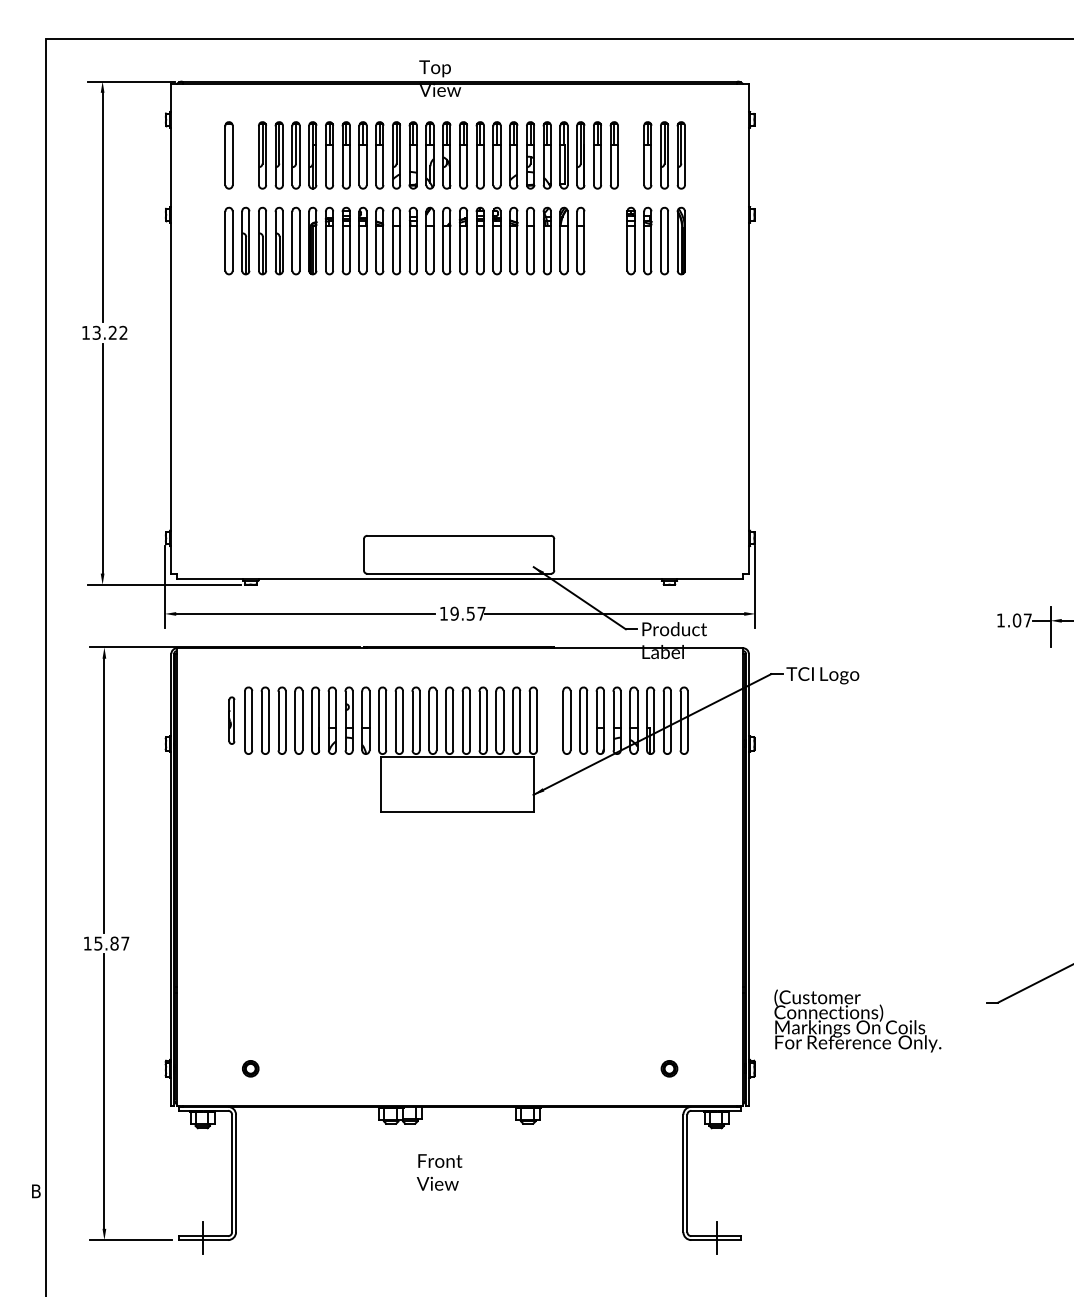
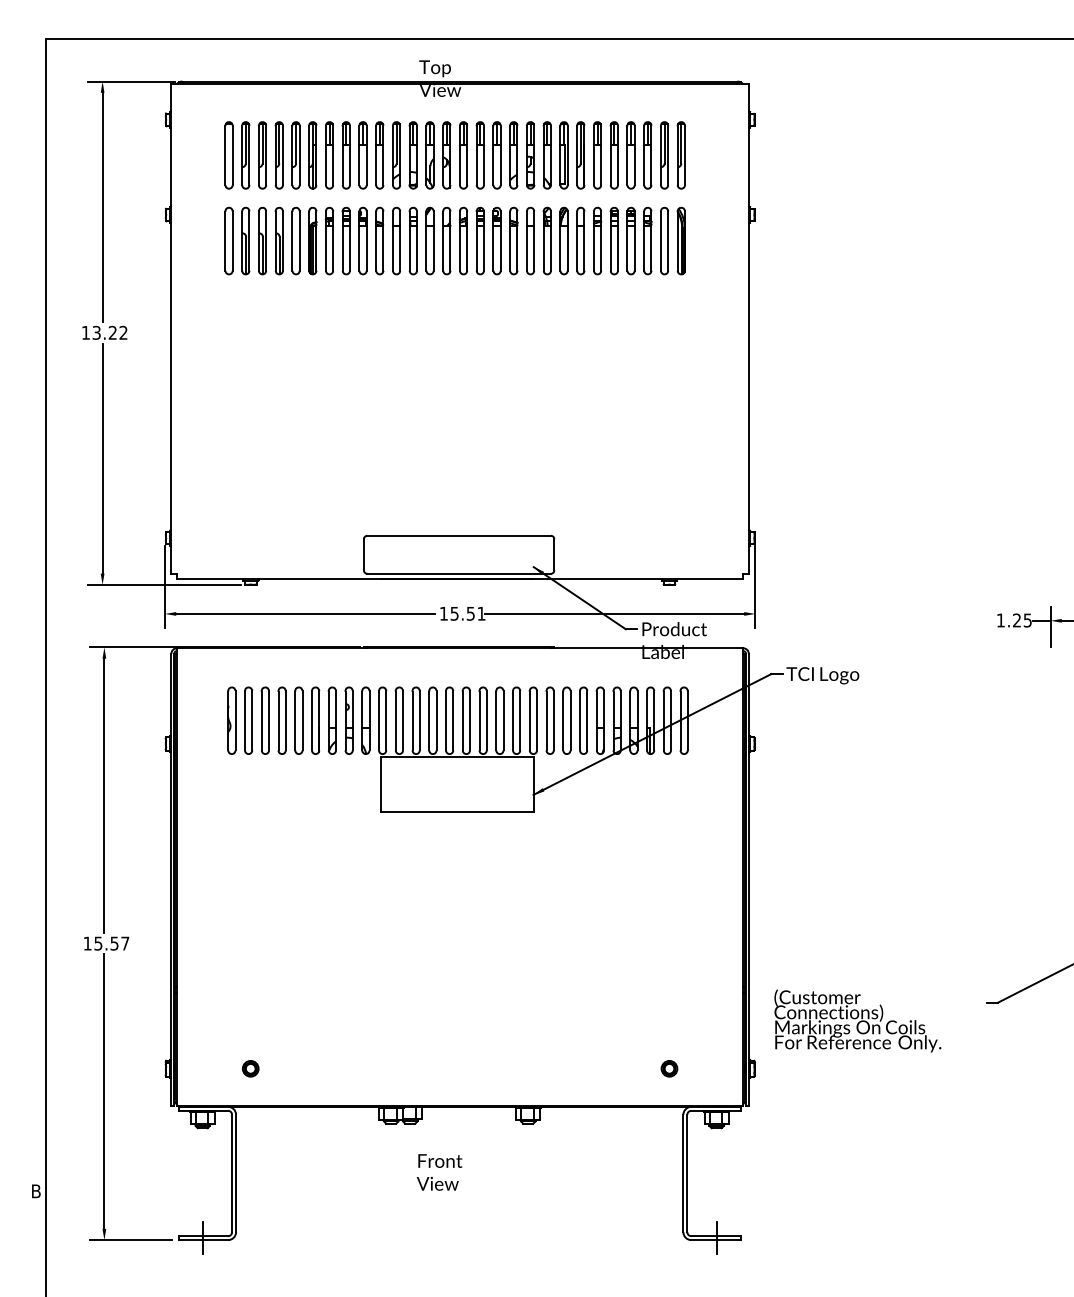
part at (245, 155): none -> present
part at (630, 155): none -> present
part at (605, 240): none -> present
text at (467, 613): 19.57 -> 15.51
text at (1021, 620): 1.07 -> 1.25
part at (231, 720) size: 8x49 px -> 10x69 px
part at (549, 720): none -> present
text at (114, 943): 15.87 -> 15.57
